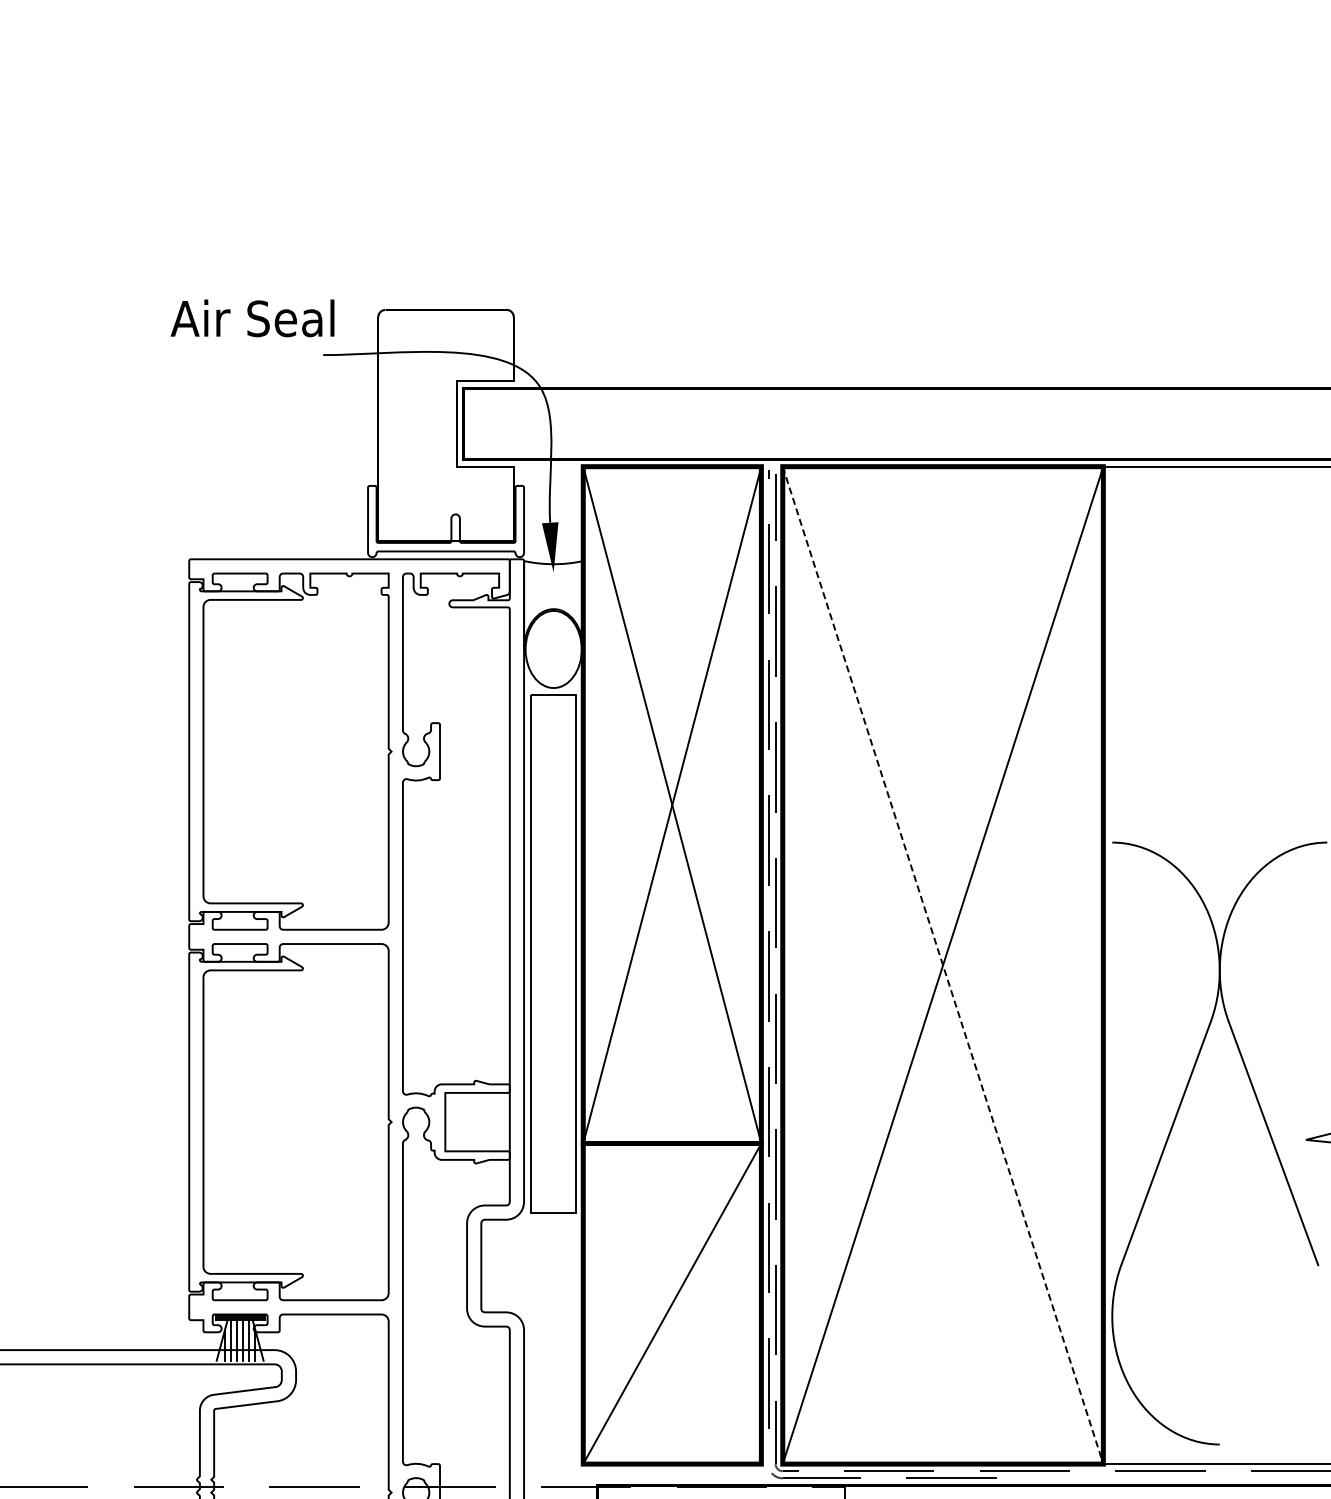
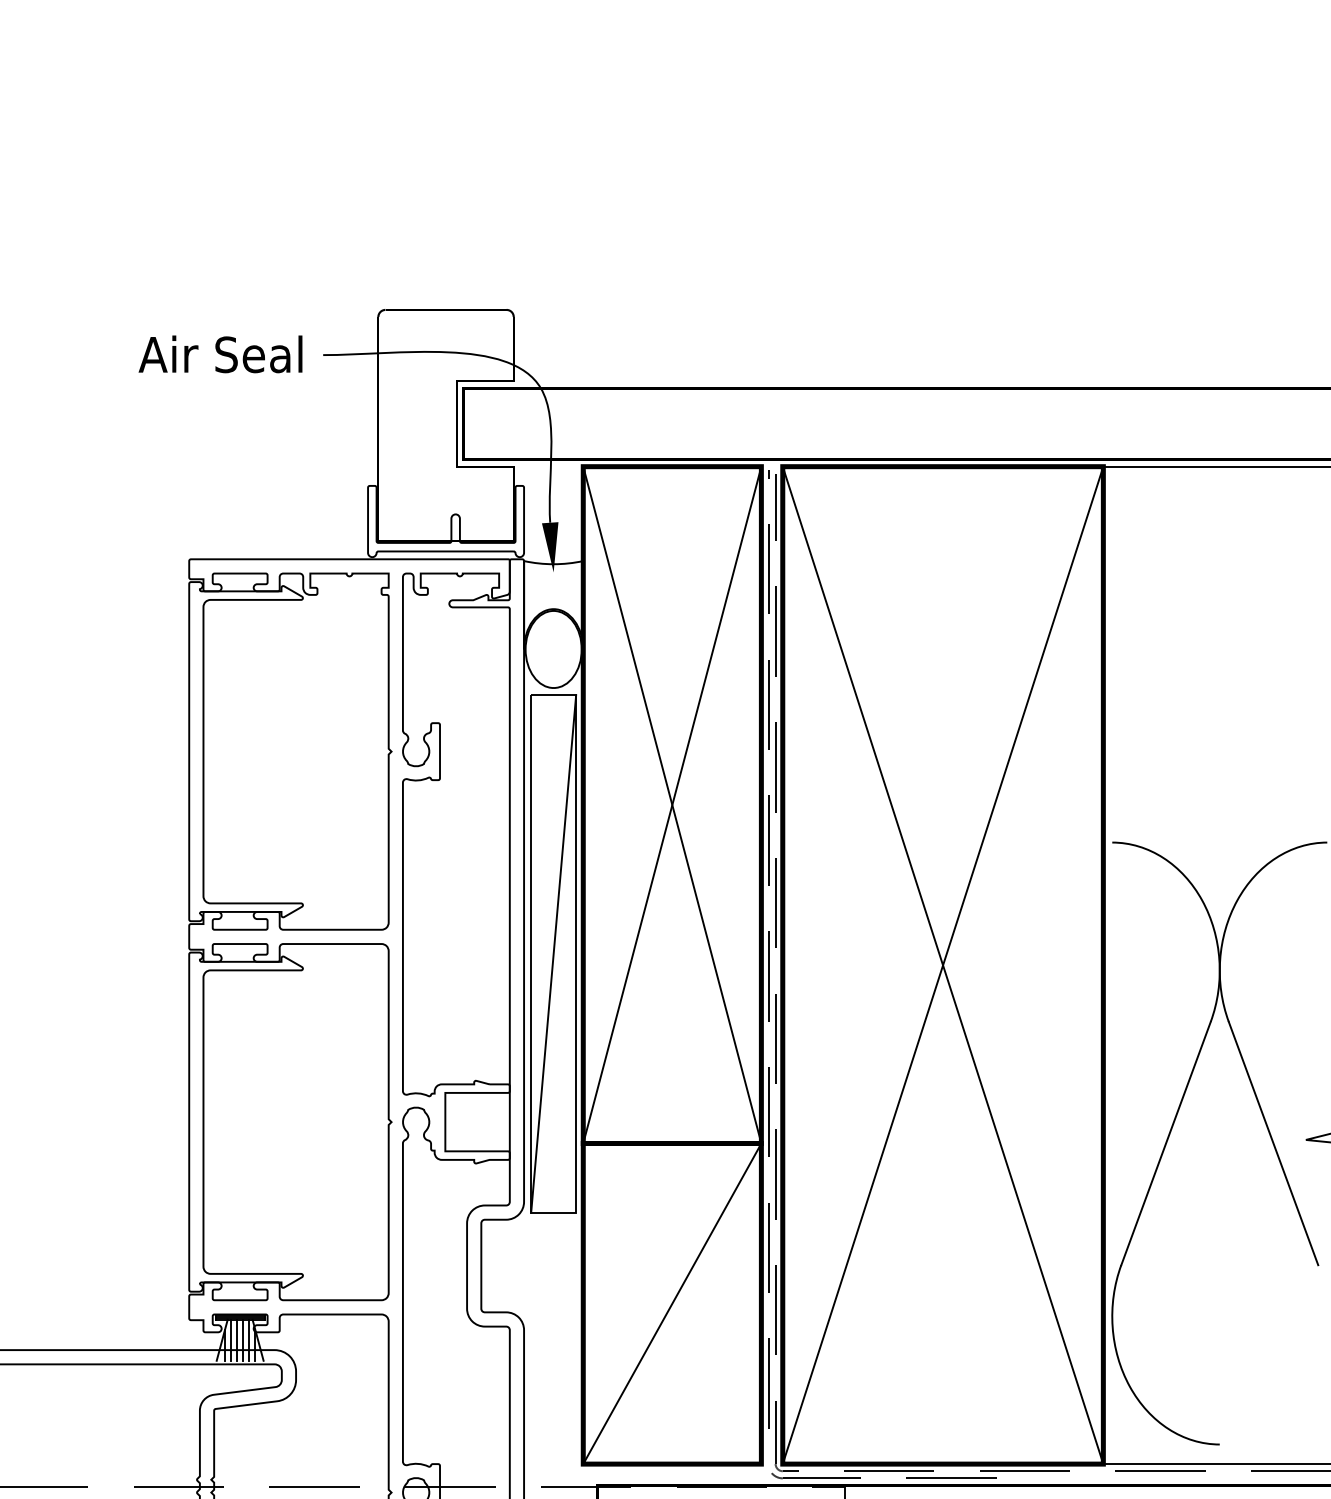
text at (252, 318) position: (252, 318) -> (220, 354)
line at (553, 953): none -> present
line at (943, 965): dashed -> solid
